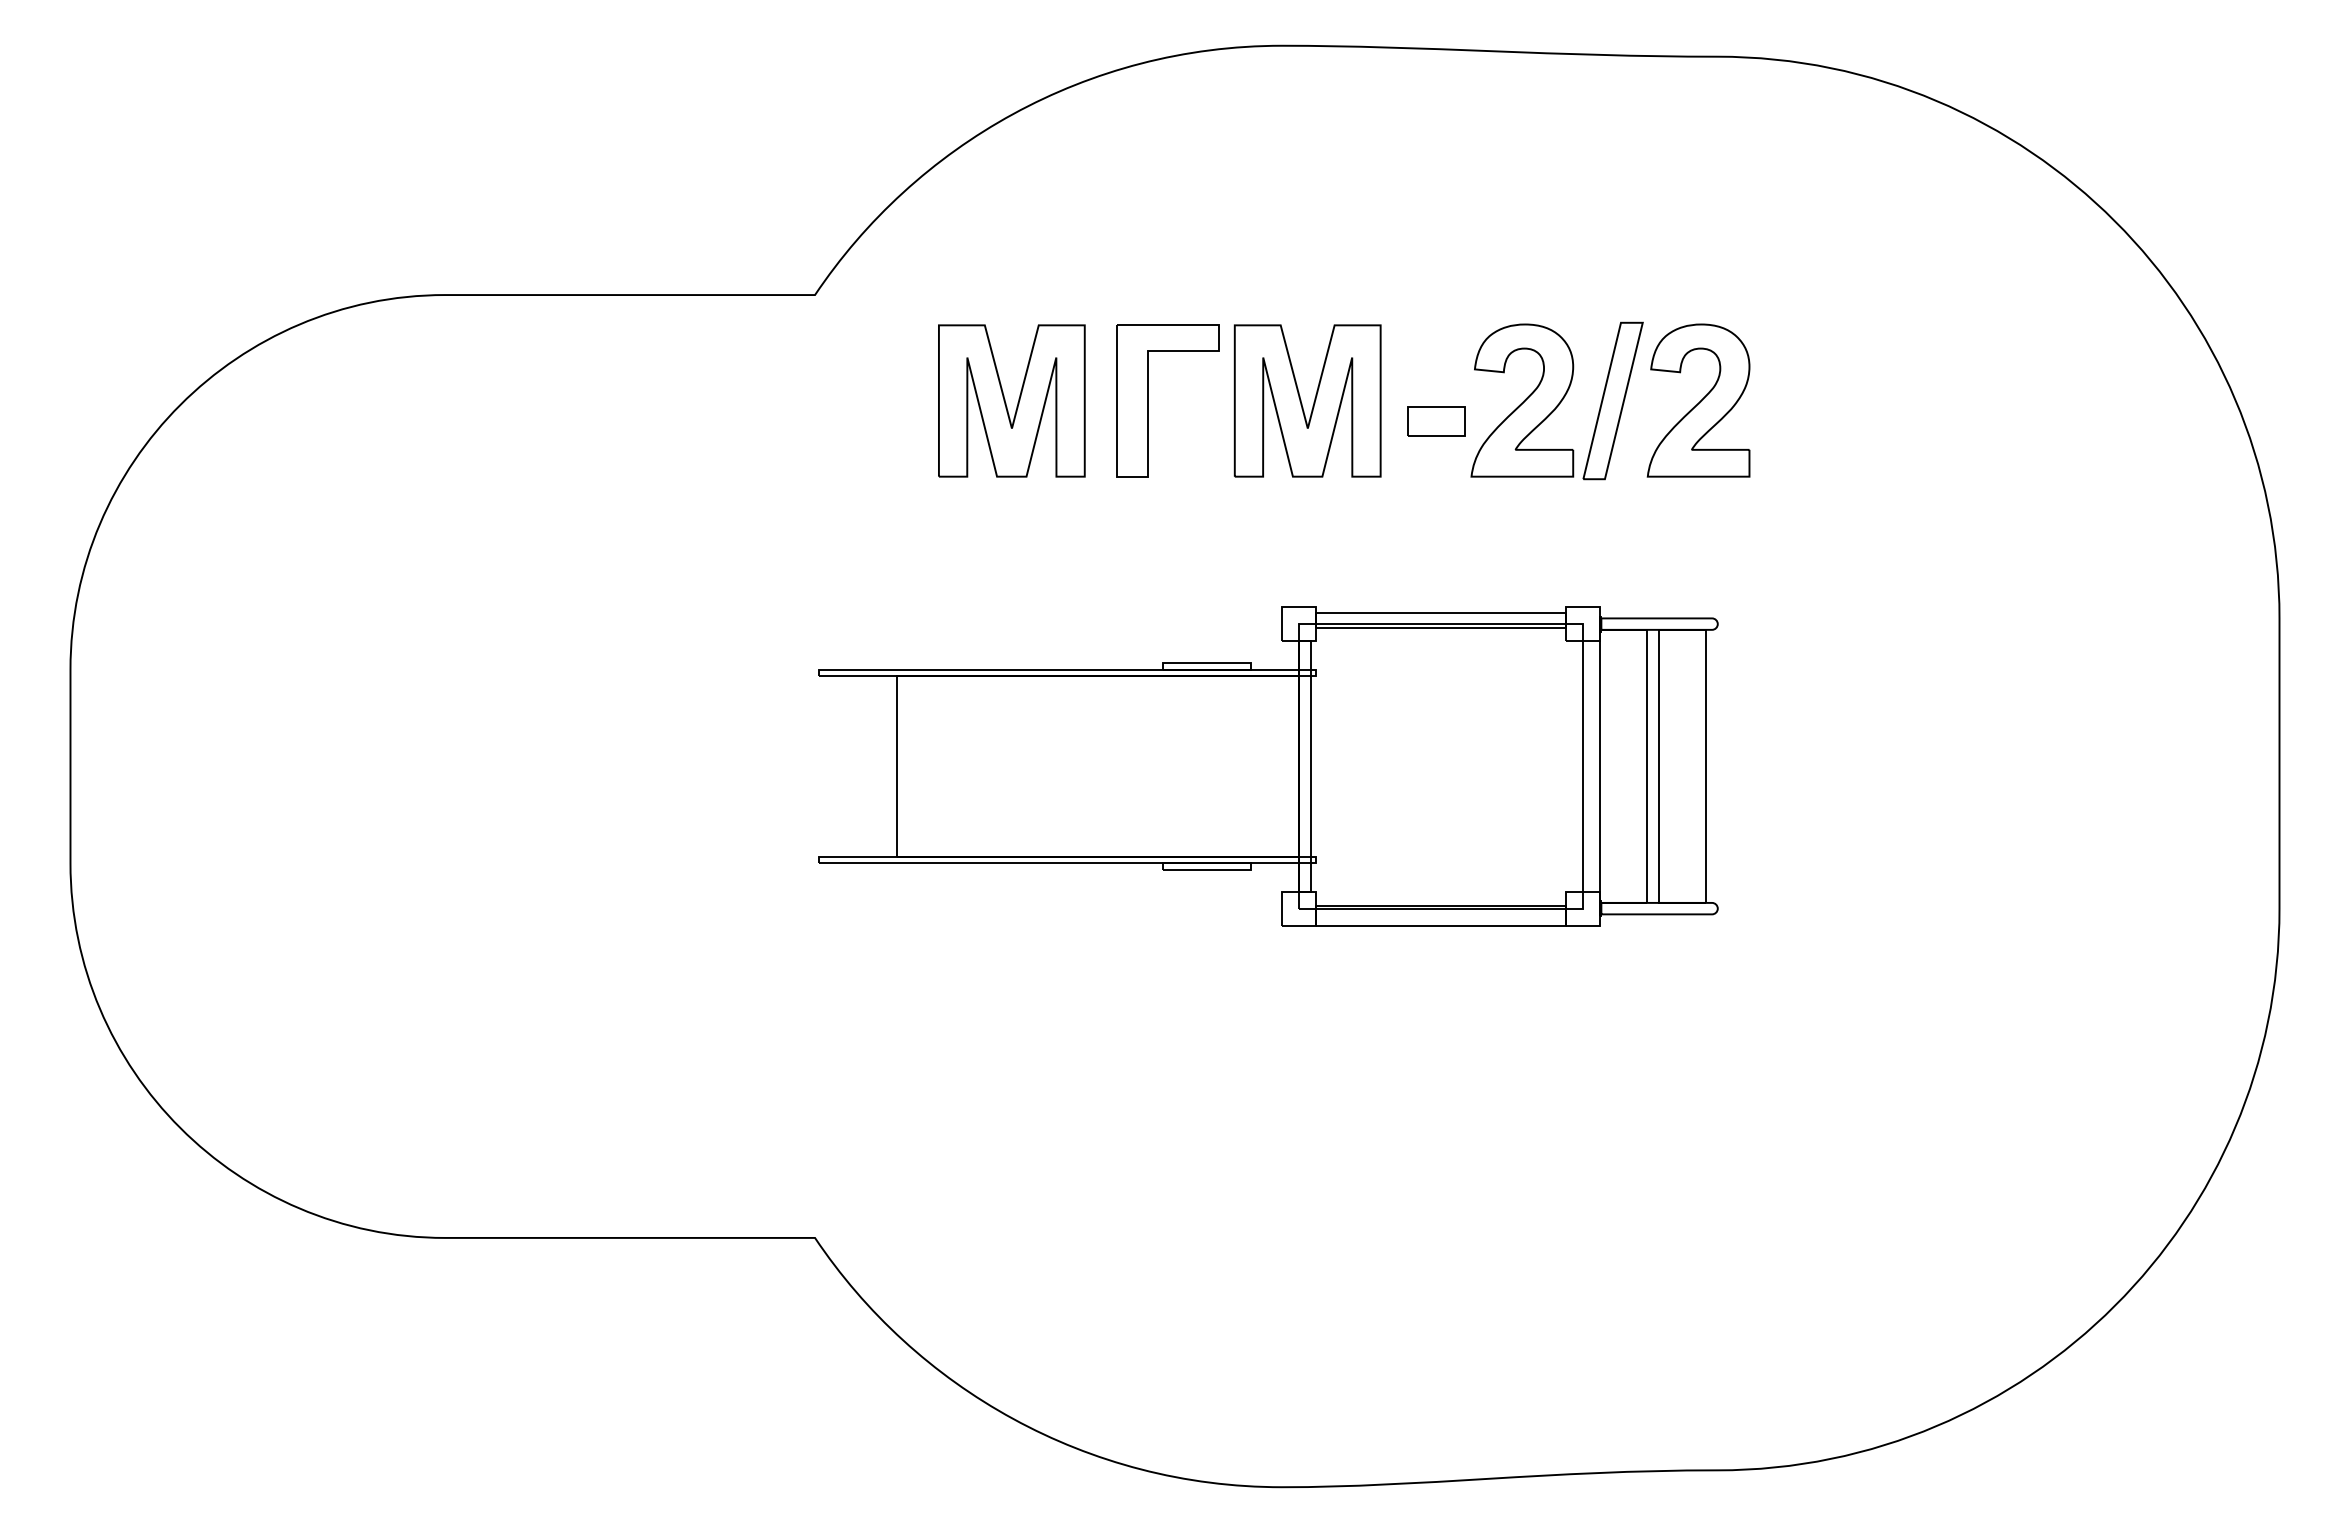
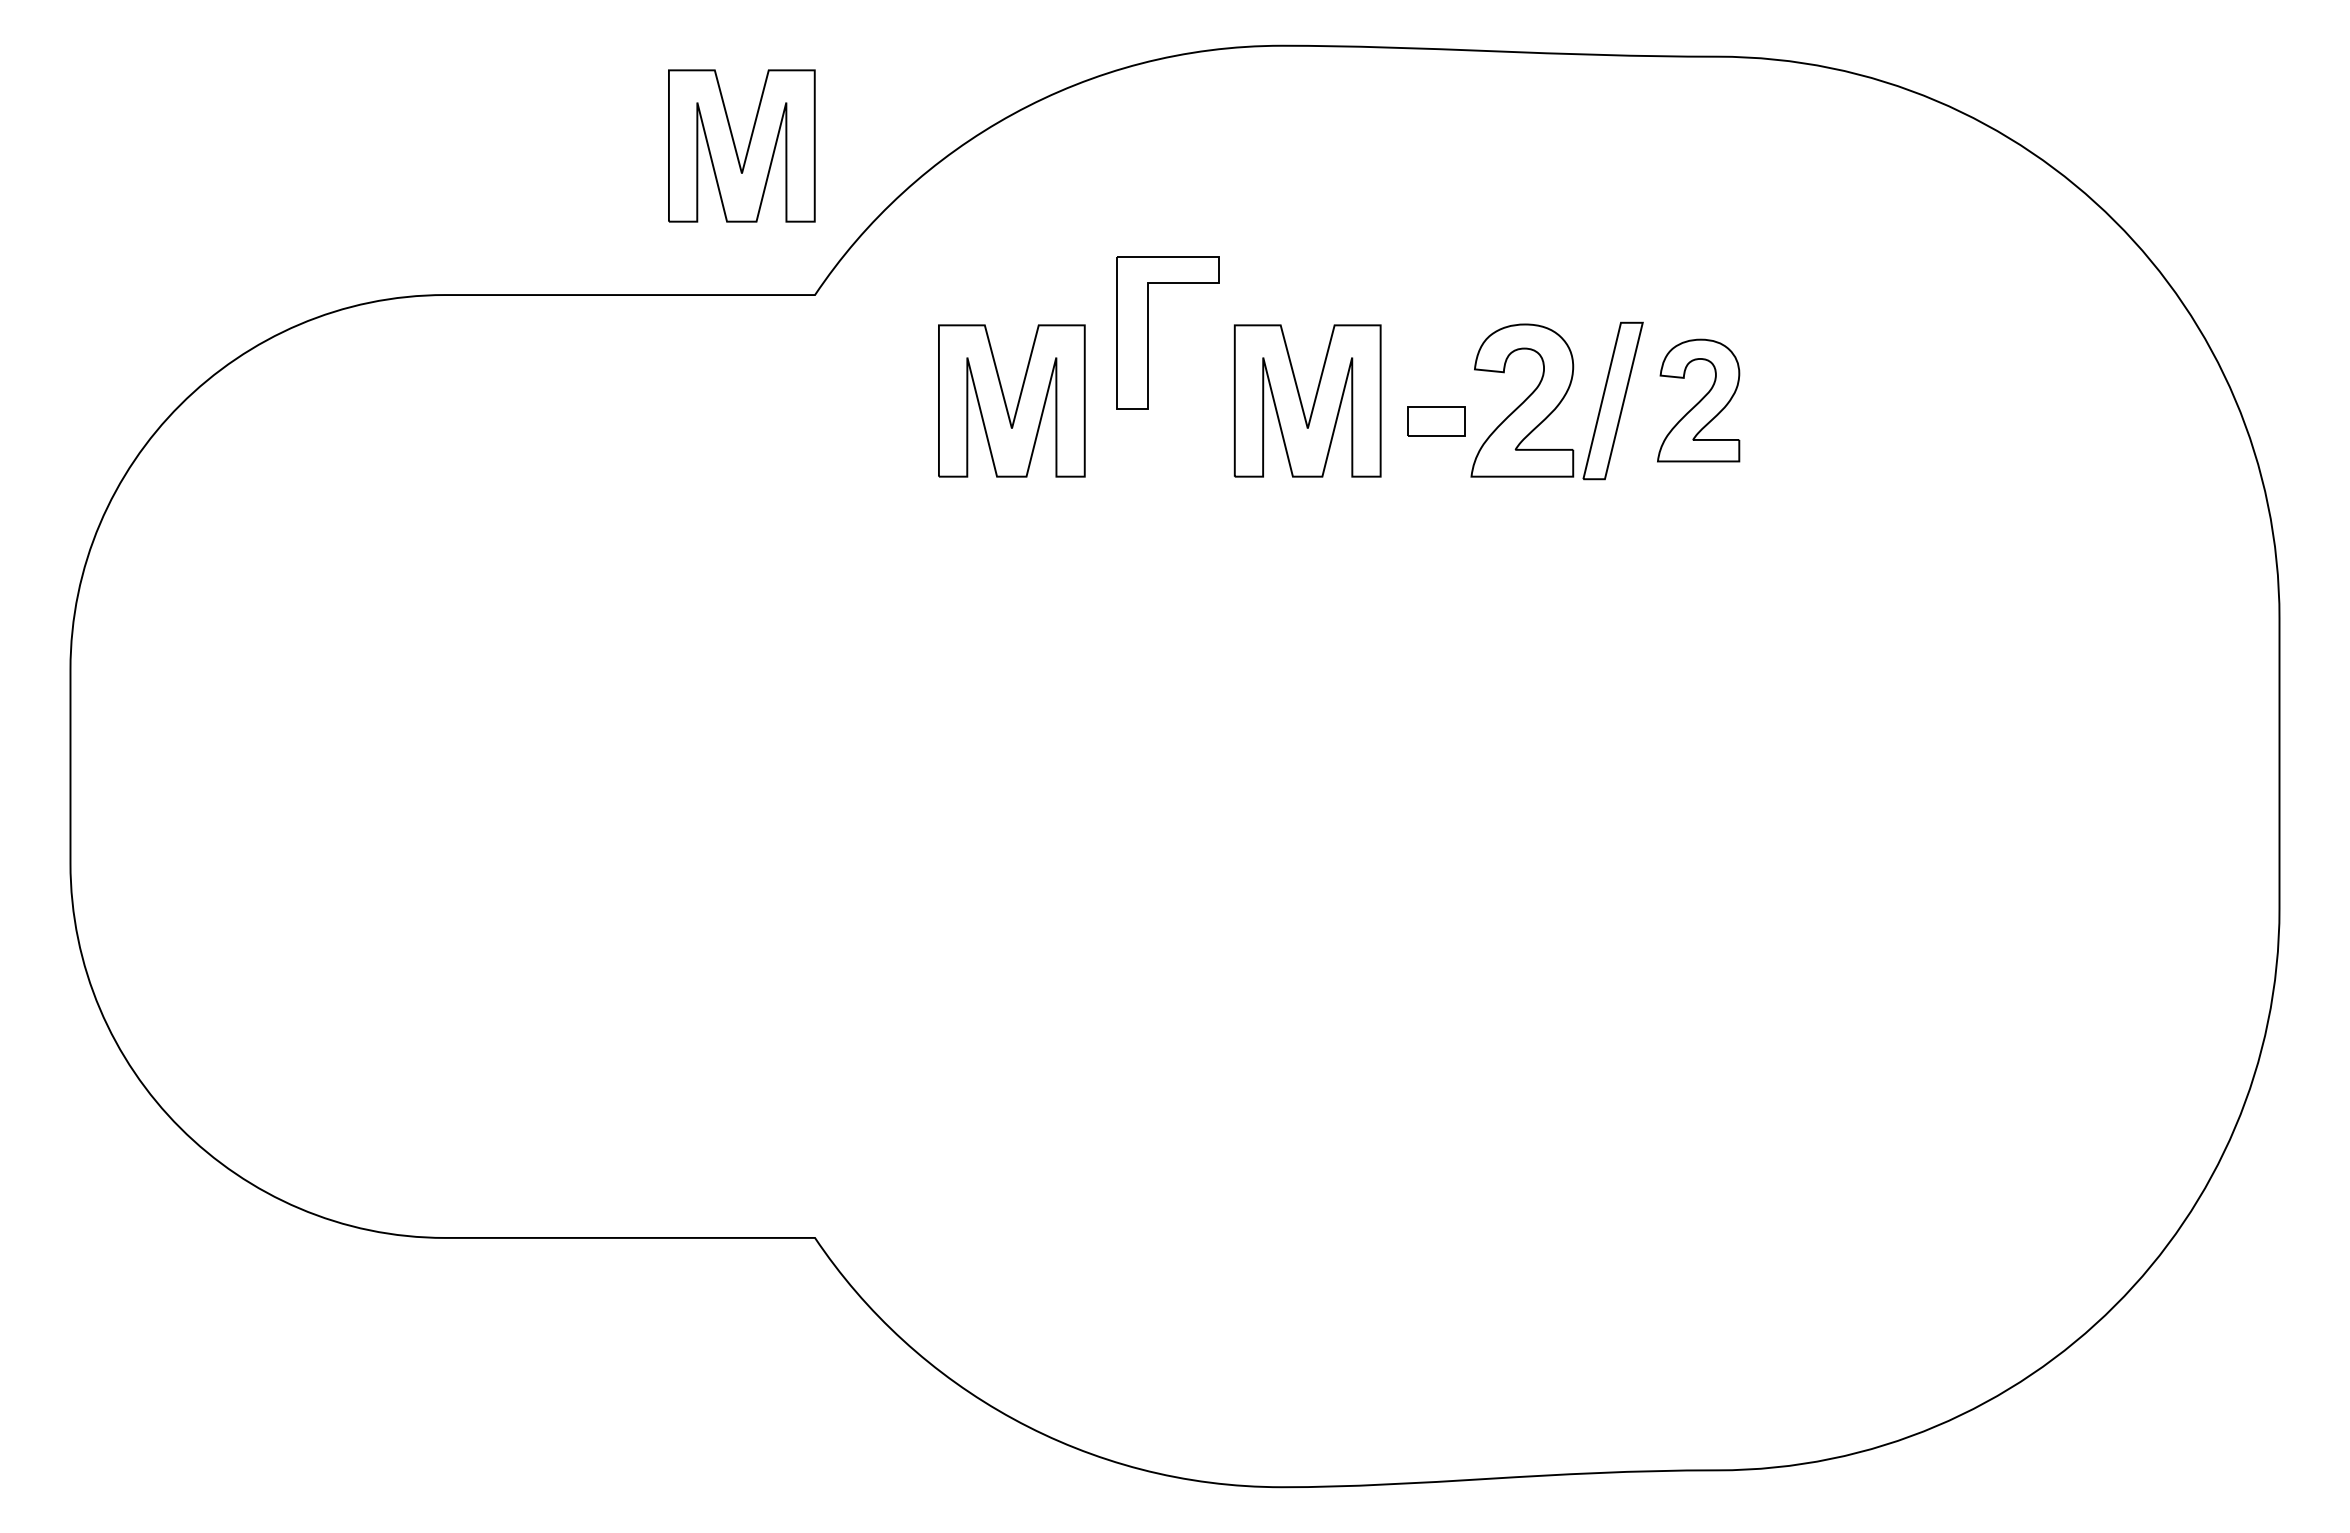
part at (741, 145): none -> present
part at (1148, 400) position: (1148, 400) -> (1148, 332)
part at (1698, 400) size: 105x155 px -> 84x125 px
part at (1268, 766): present -> none
